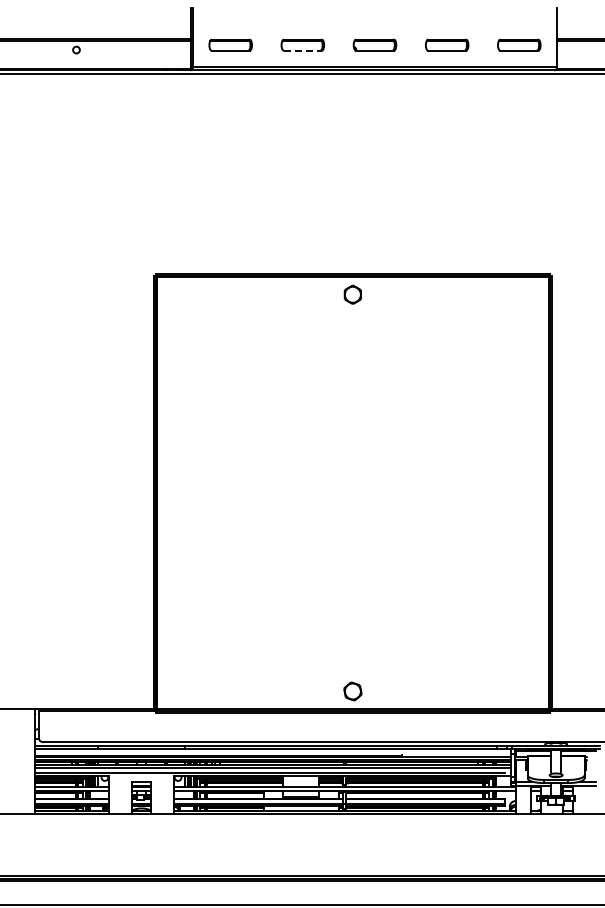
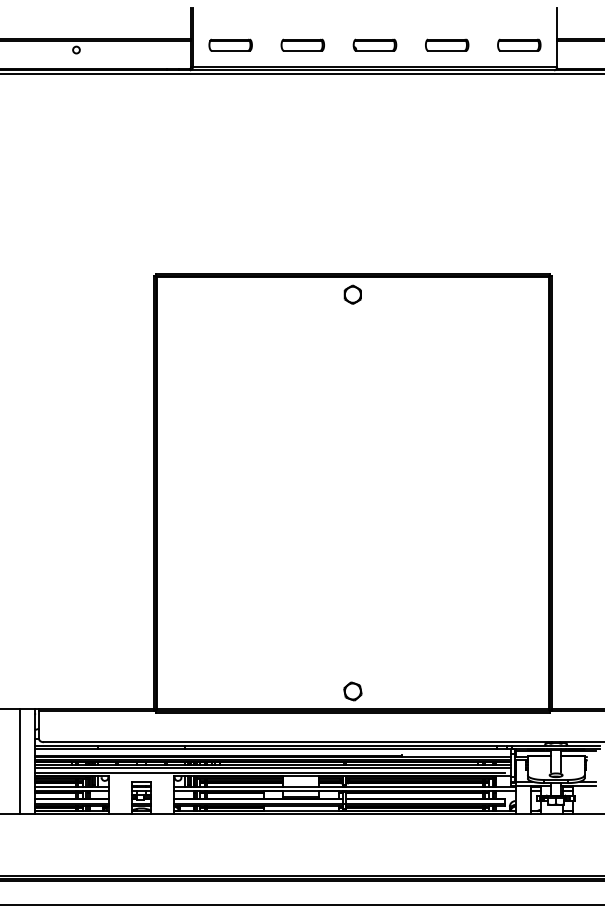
line at (302, 50): dashed -> solid
line at (20, 761): none -> present
